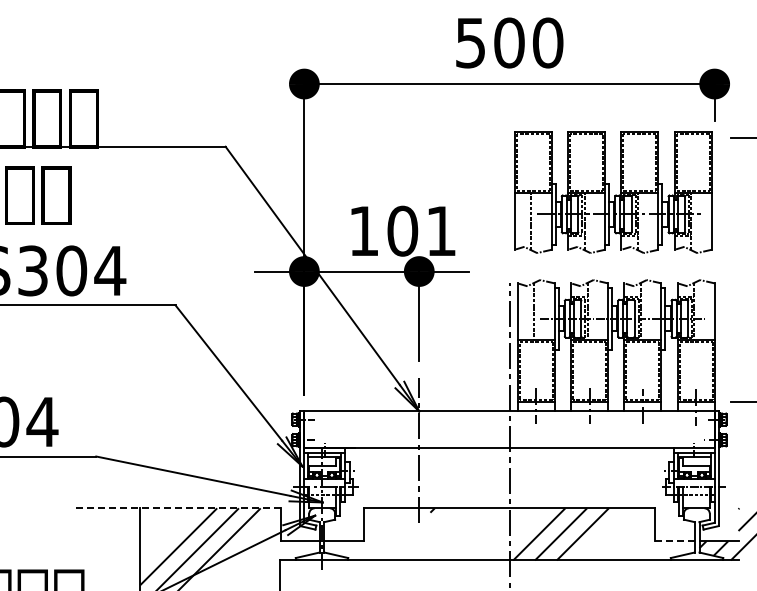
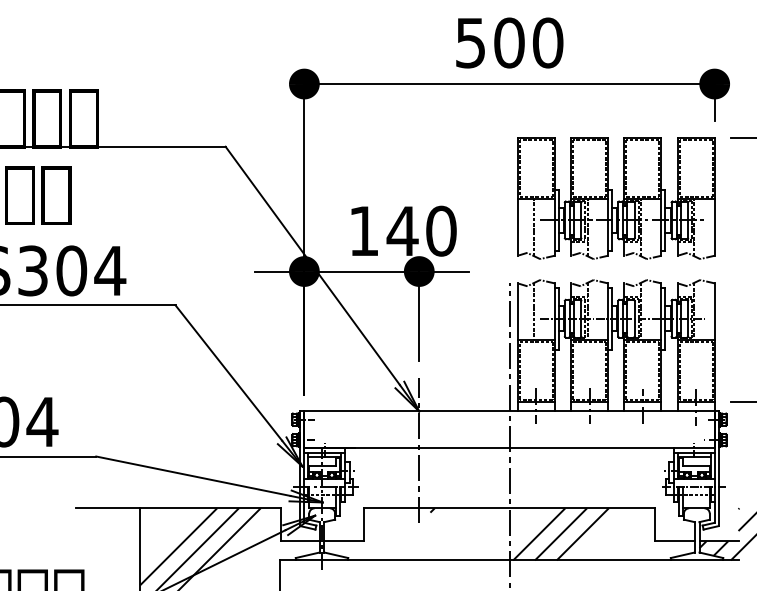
part at (613, 192) position: (613, 192) -> (616, 198)
text at (421, 230): 101 -> 140
line at (177, 508): dashed -> solid
line at (674, 541): dashed -> solid
